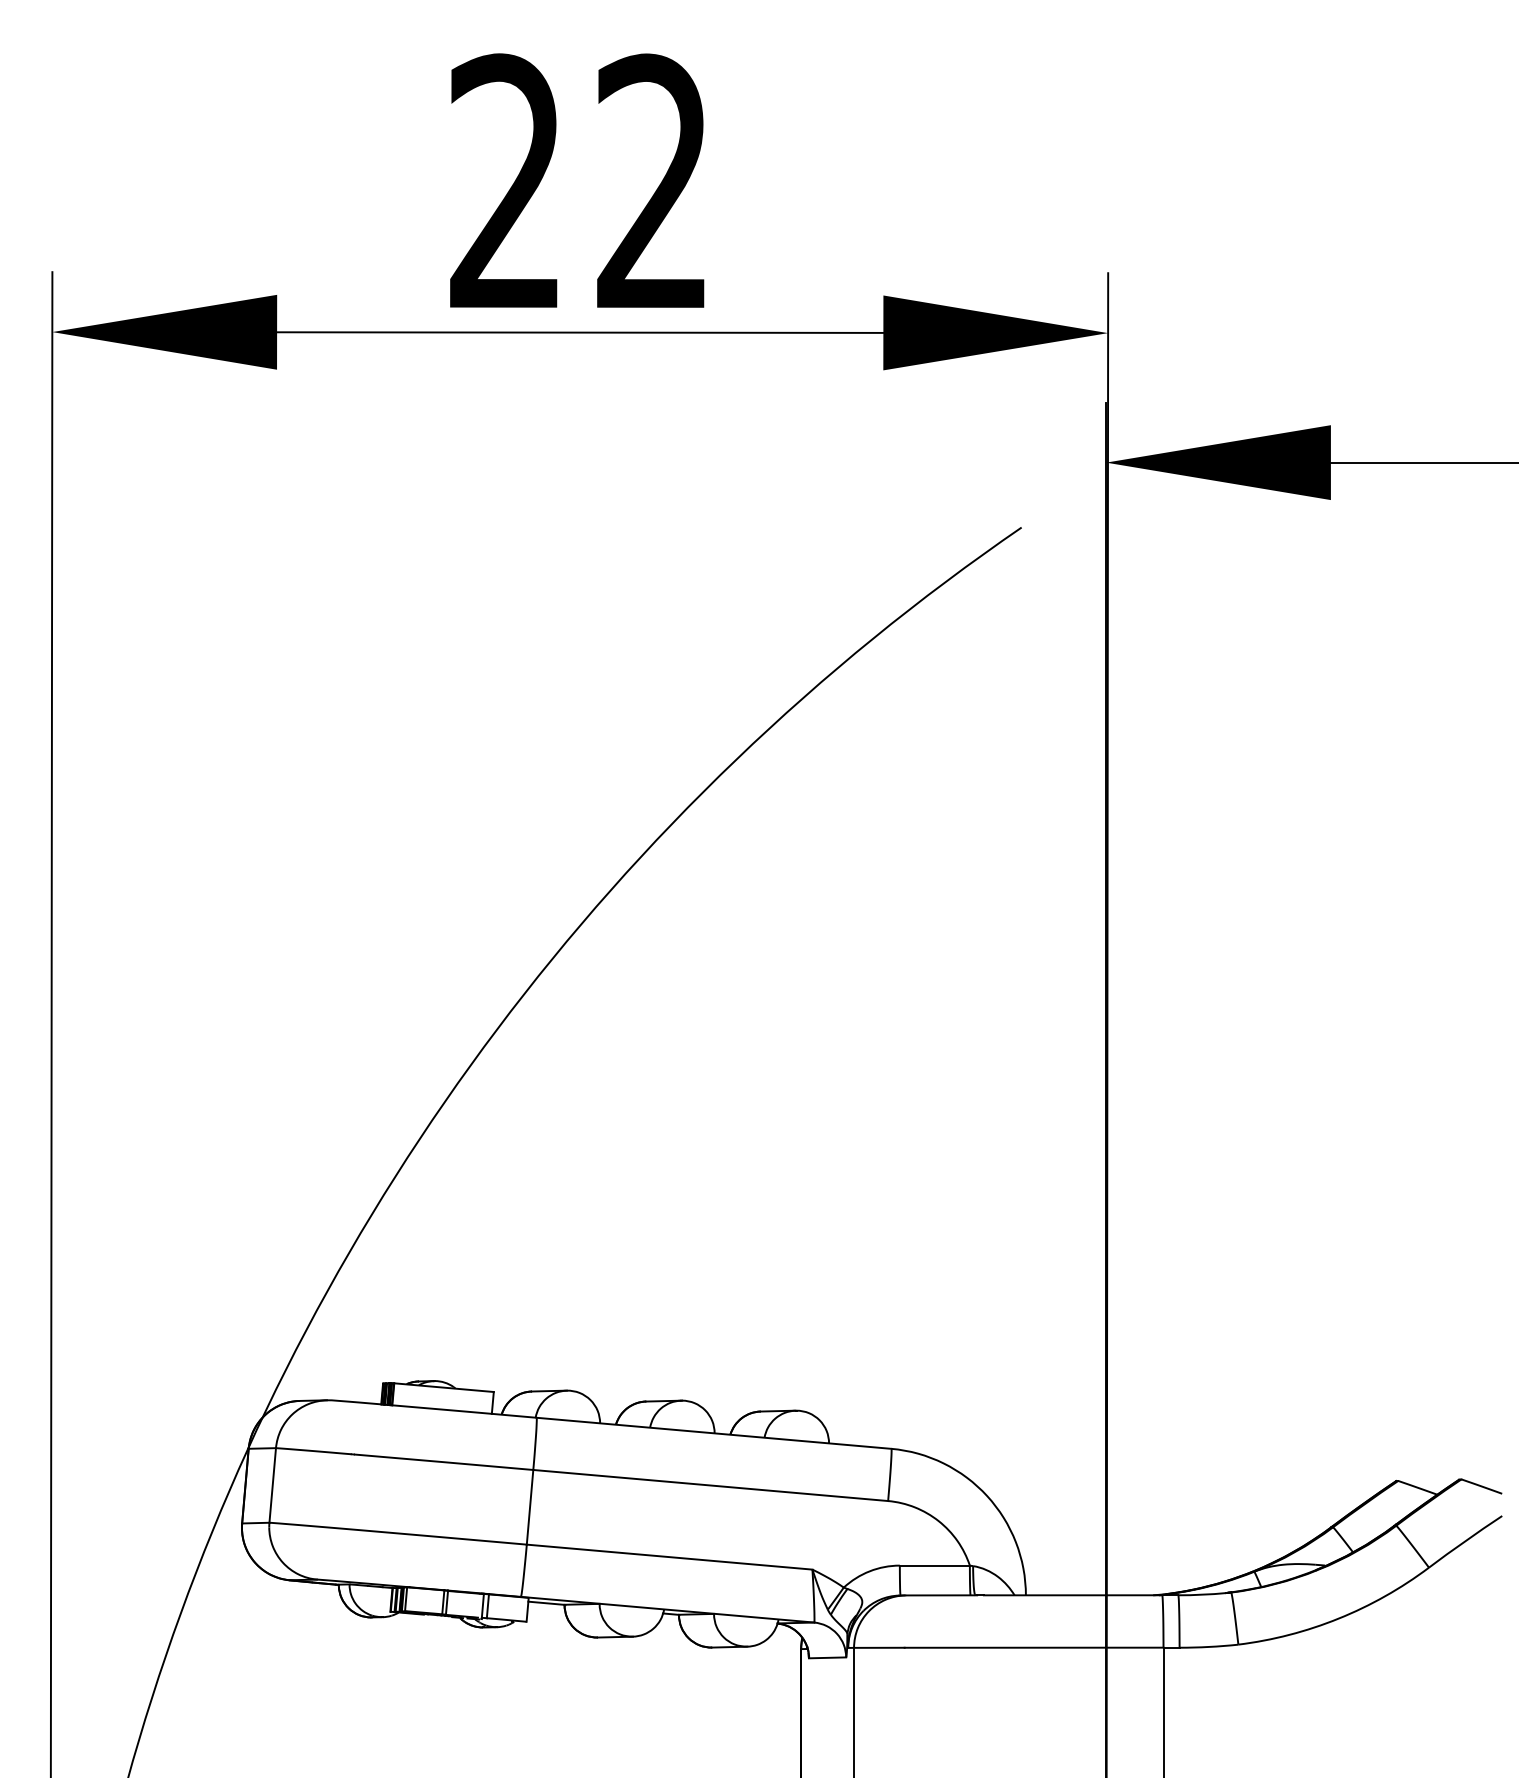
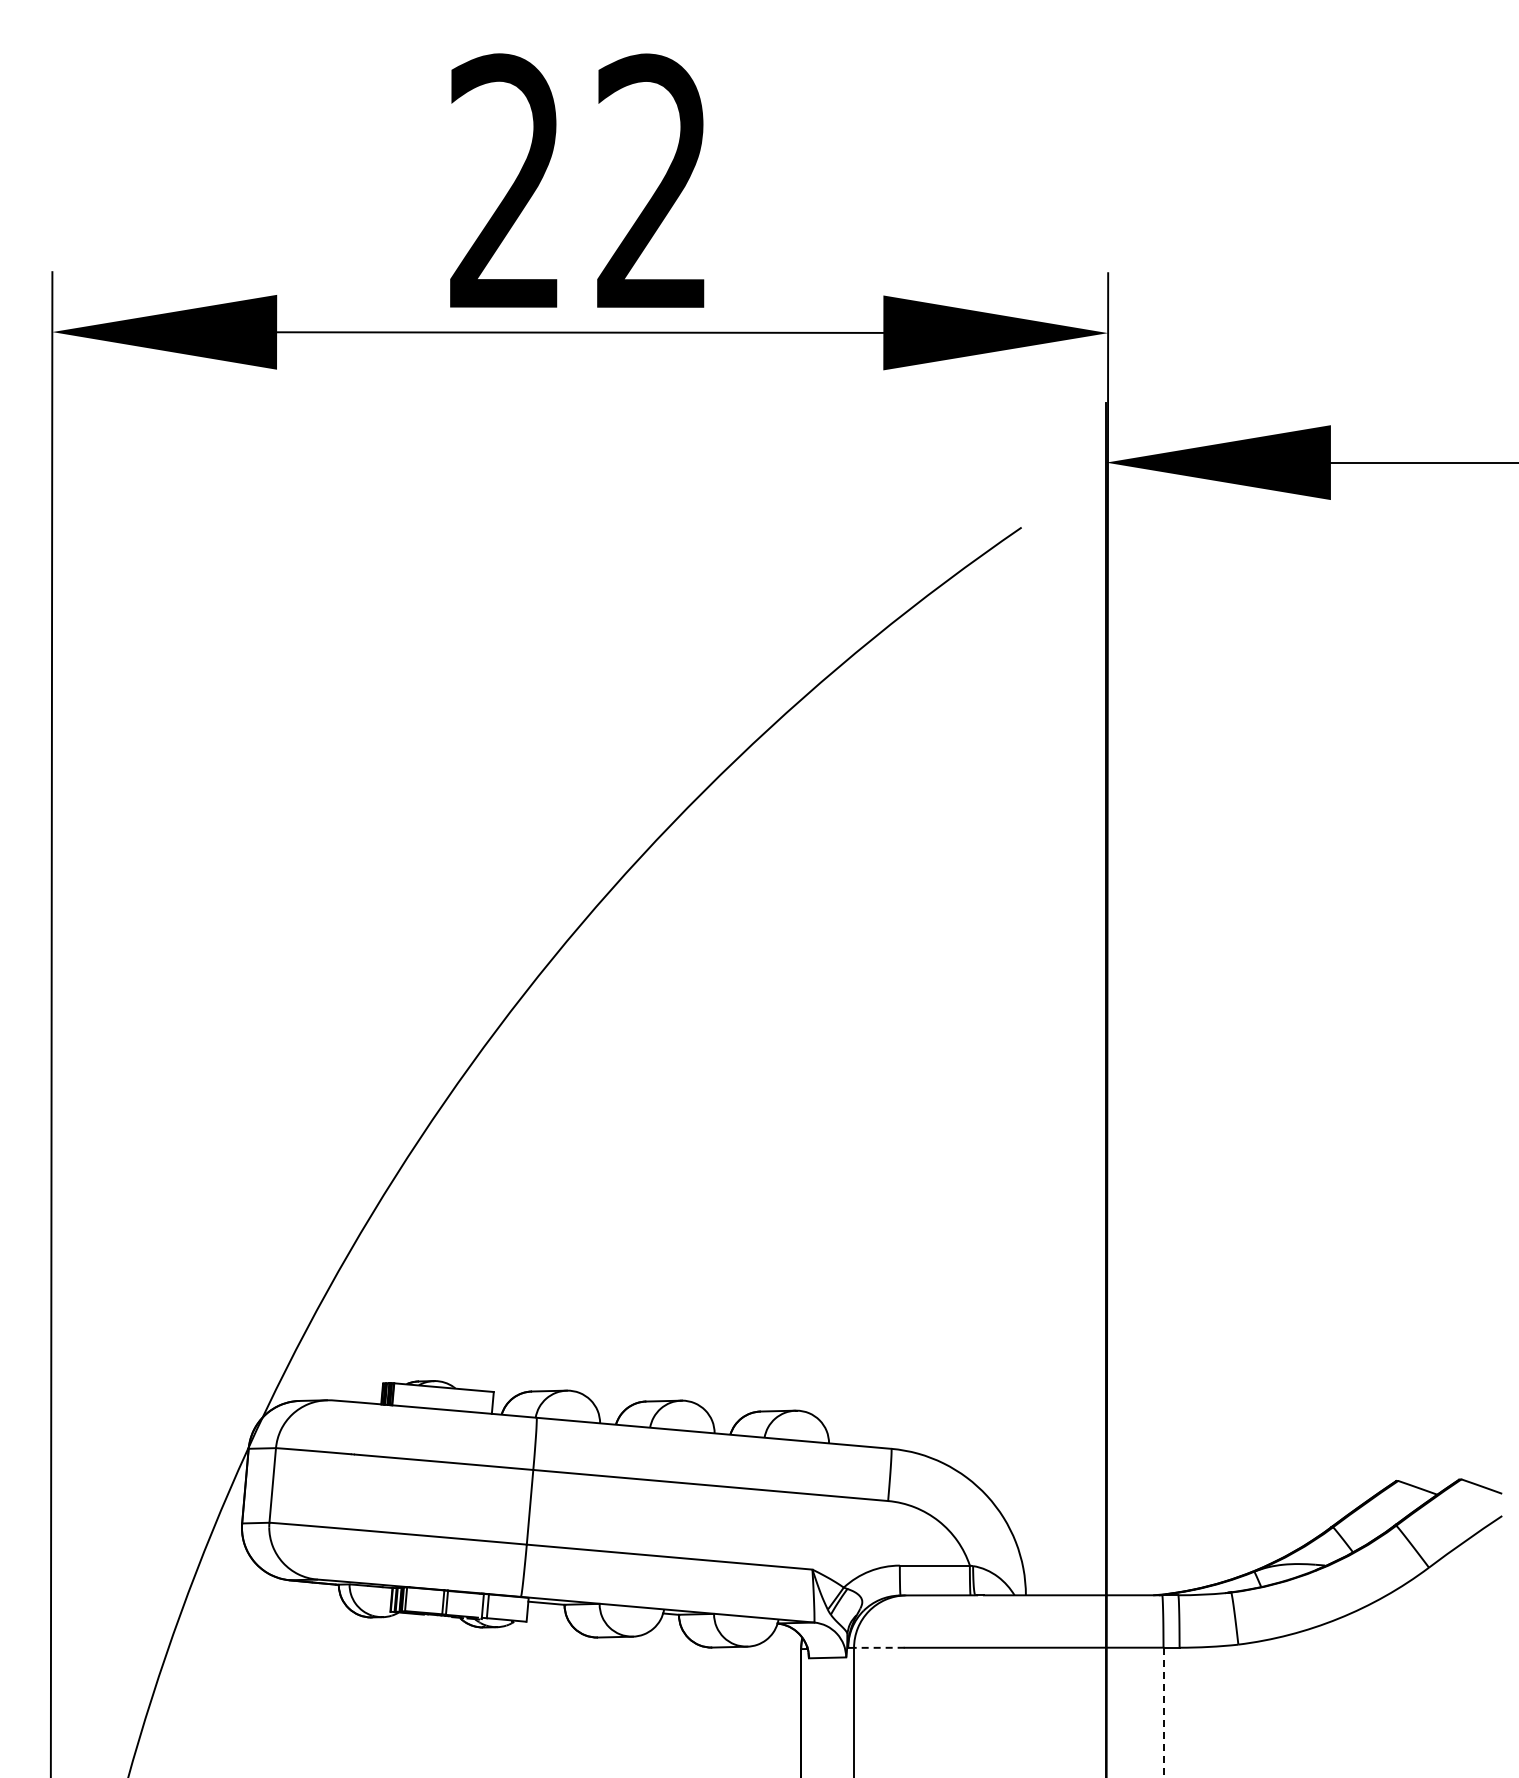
line at (878, 1647): solid -> dashed
line at (1163, 1712): solid -> dashed
